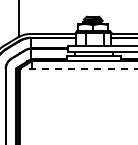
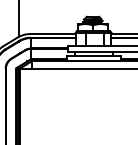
line at (78, 68): dashed -> solid
